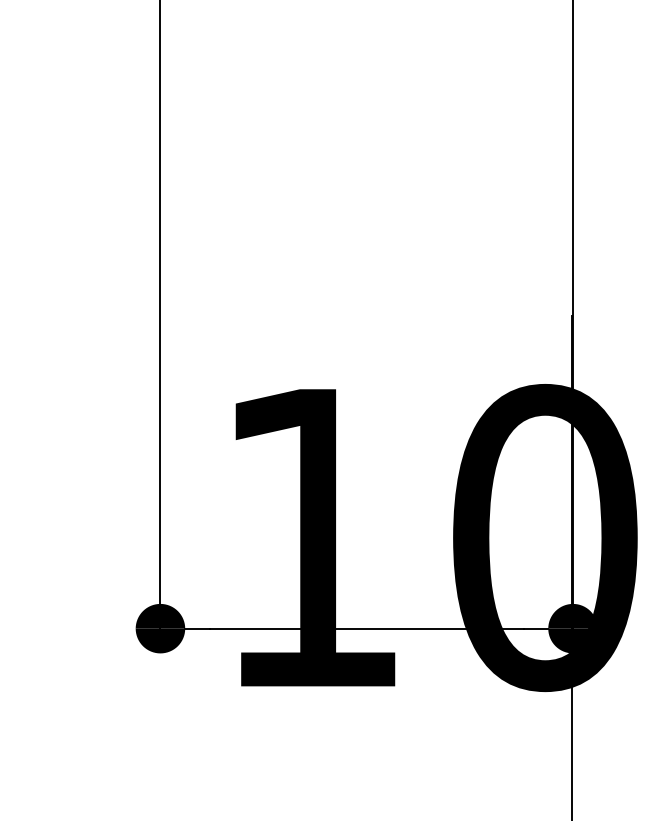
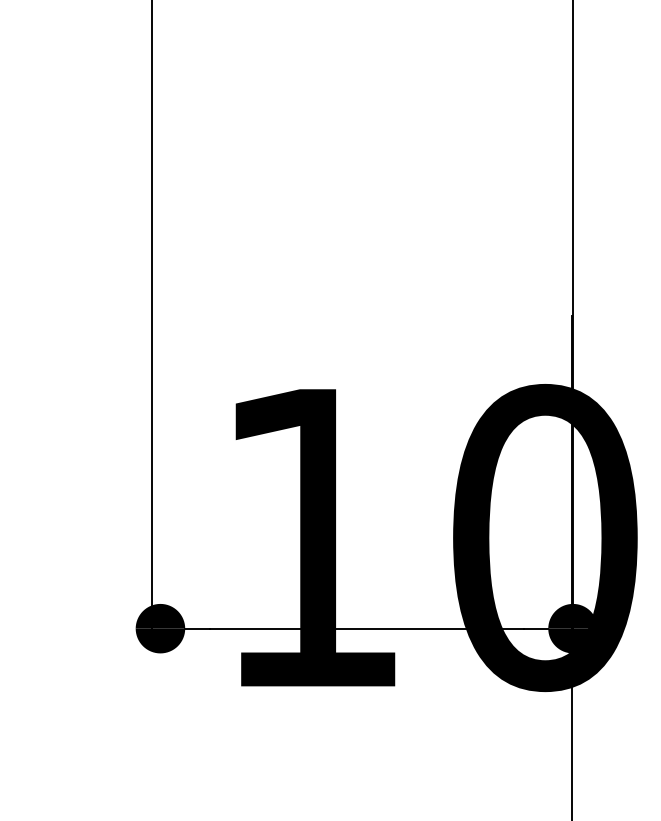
line at (160, 315) position: (160, 315) -> (152, 315)
